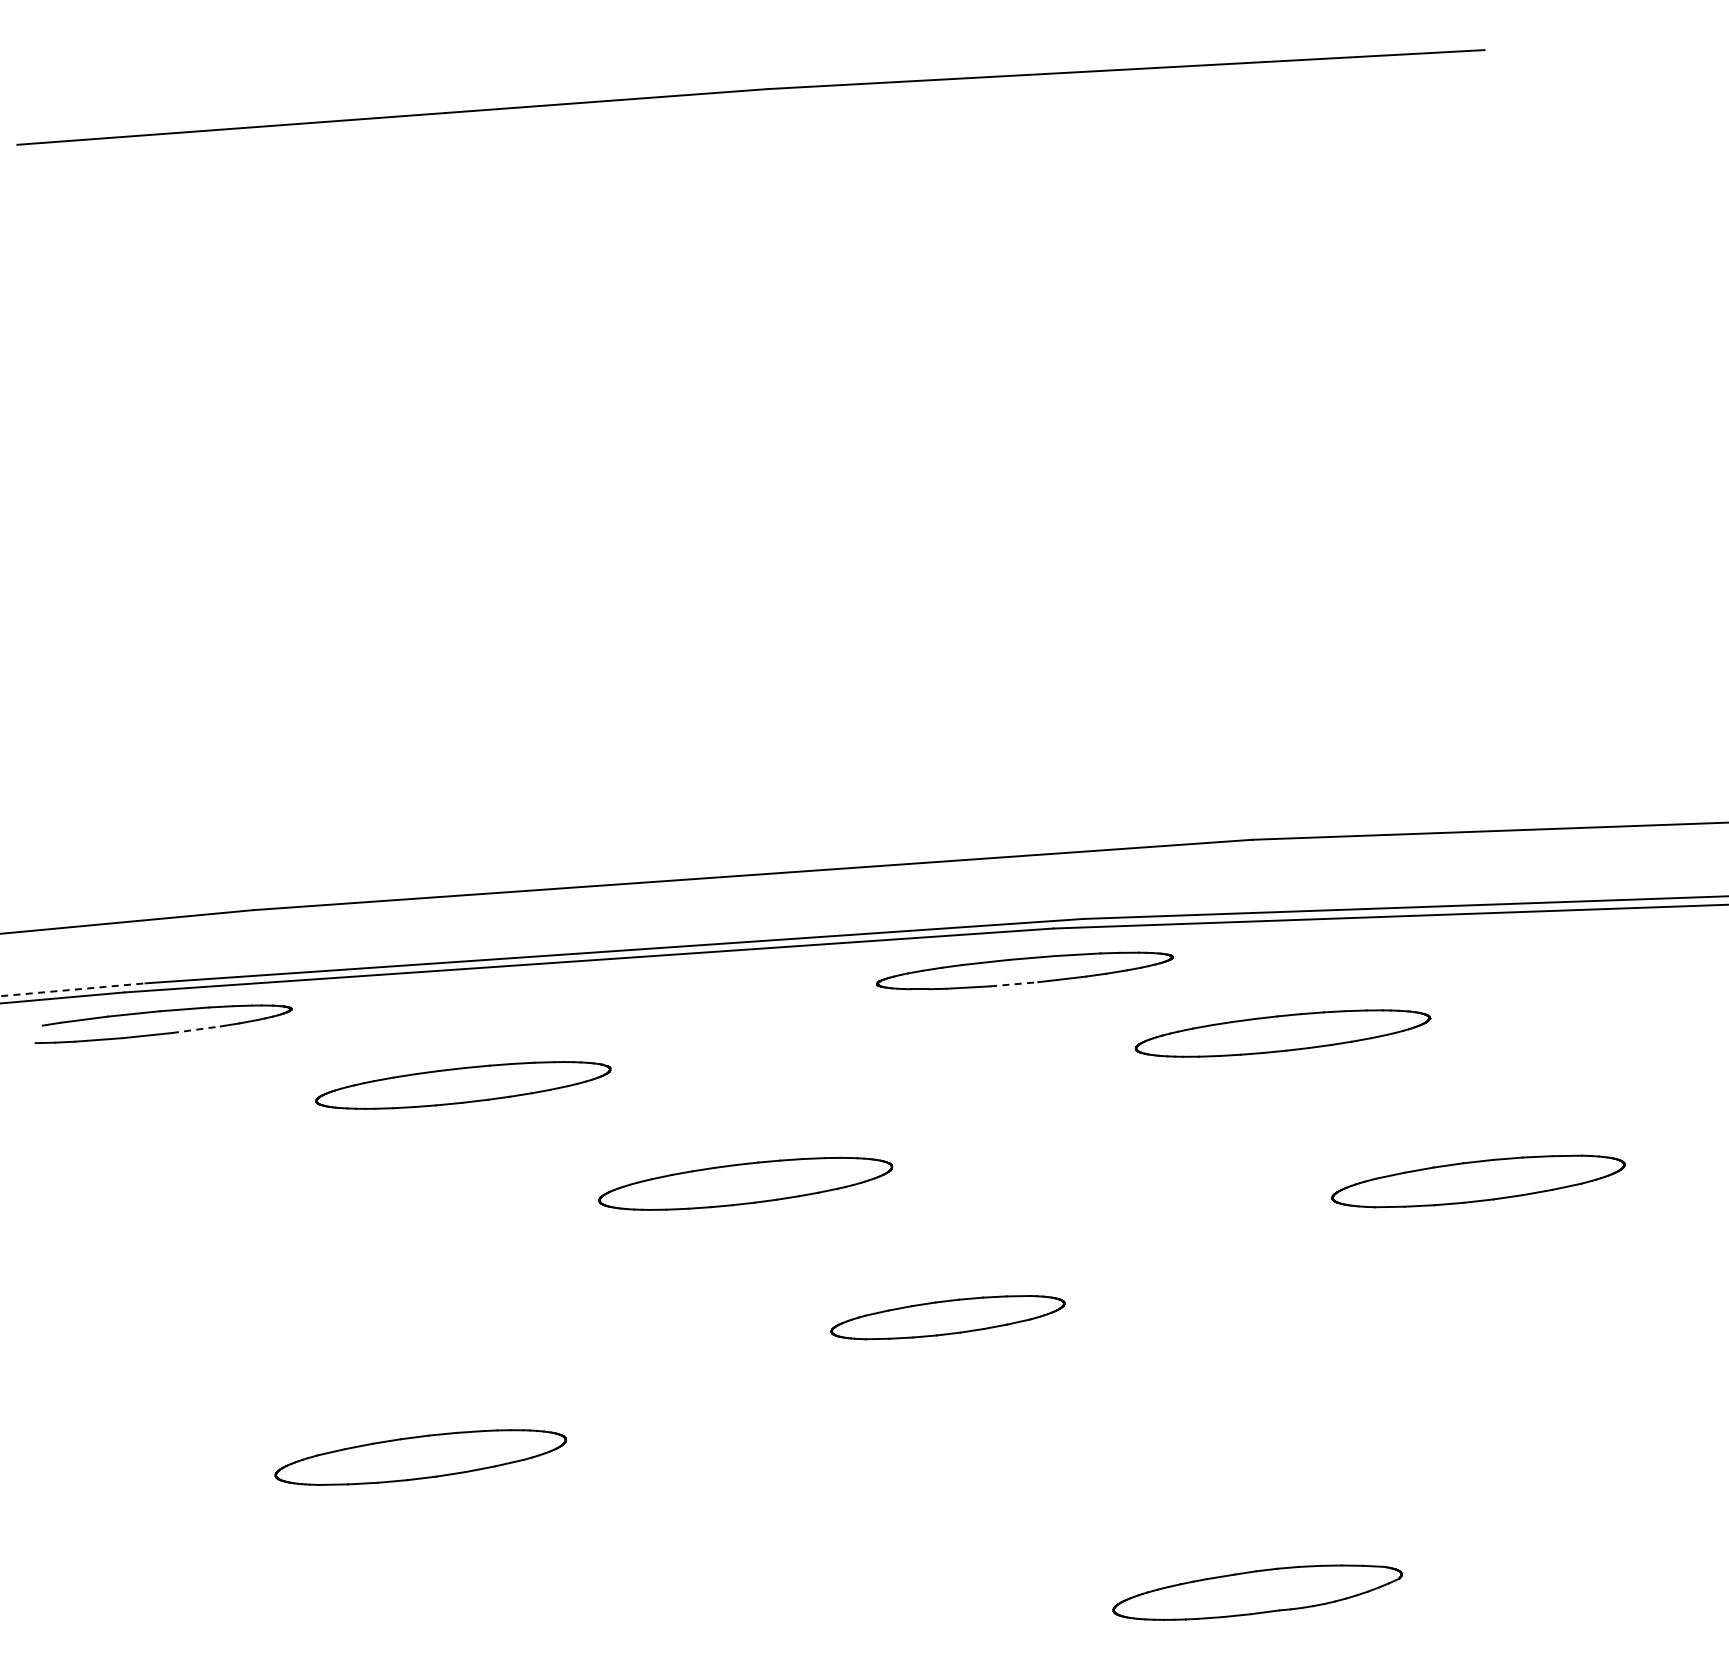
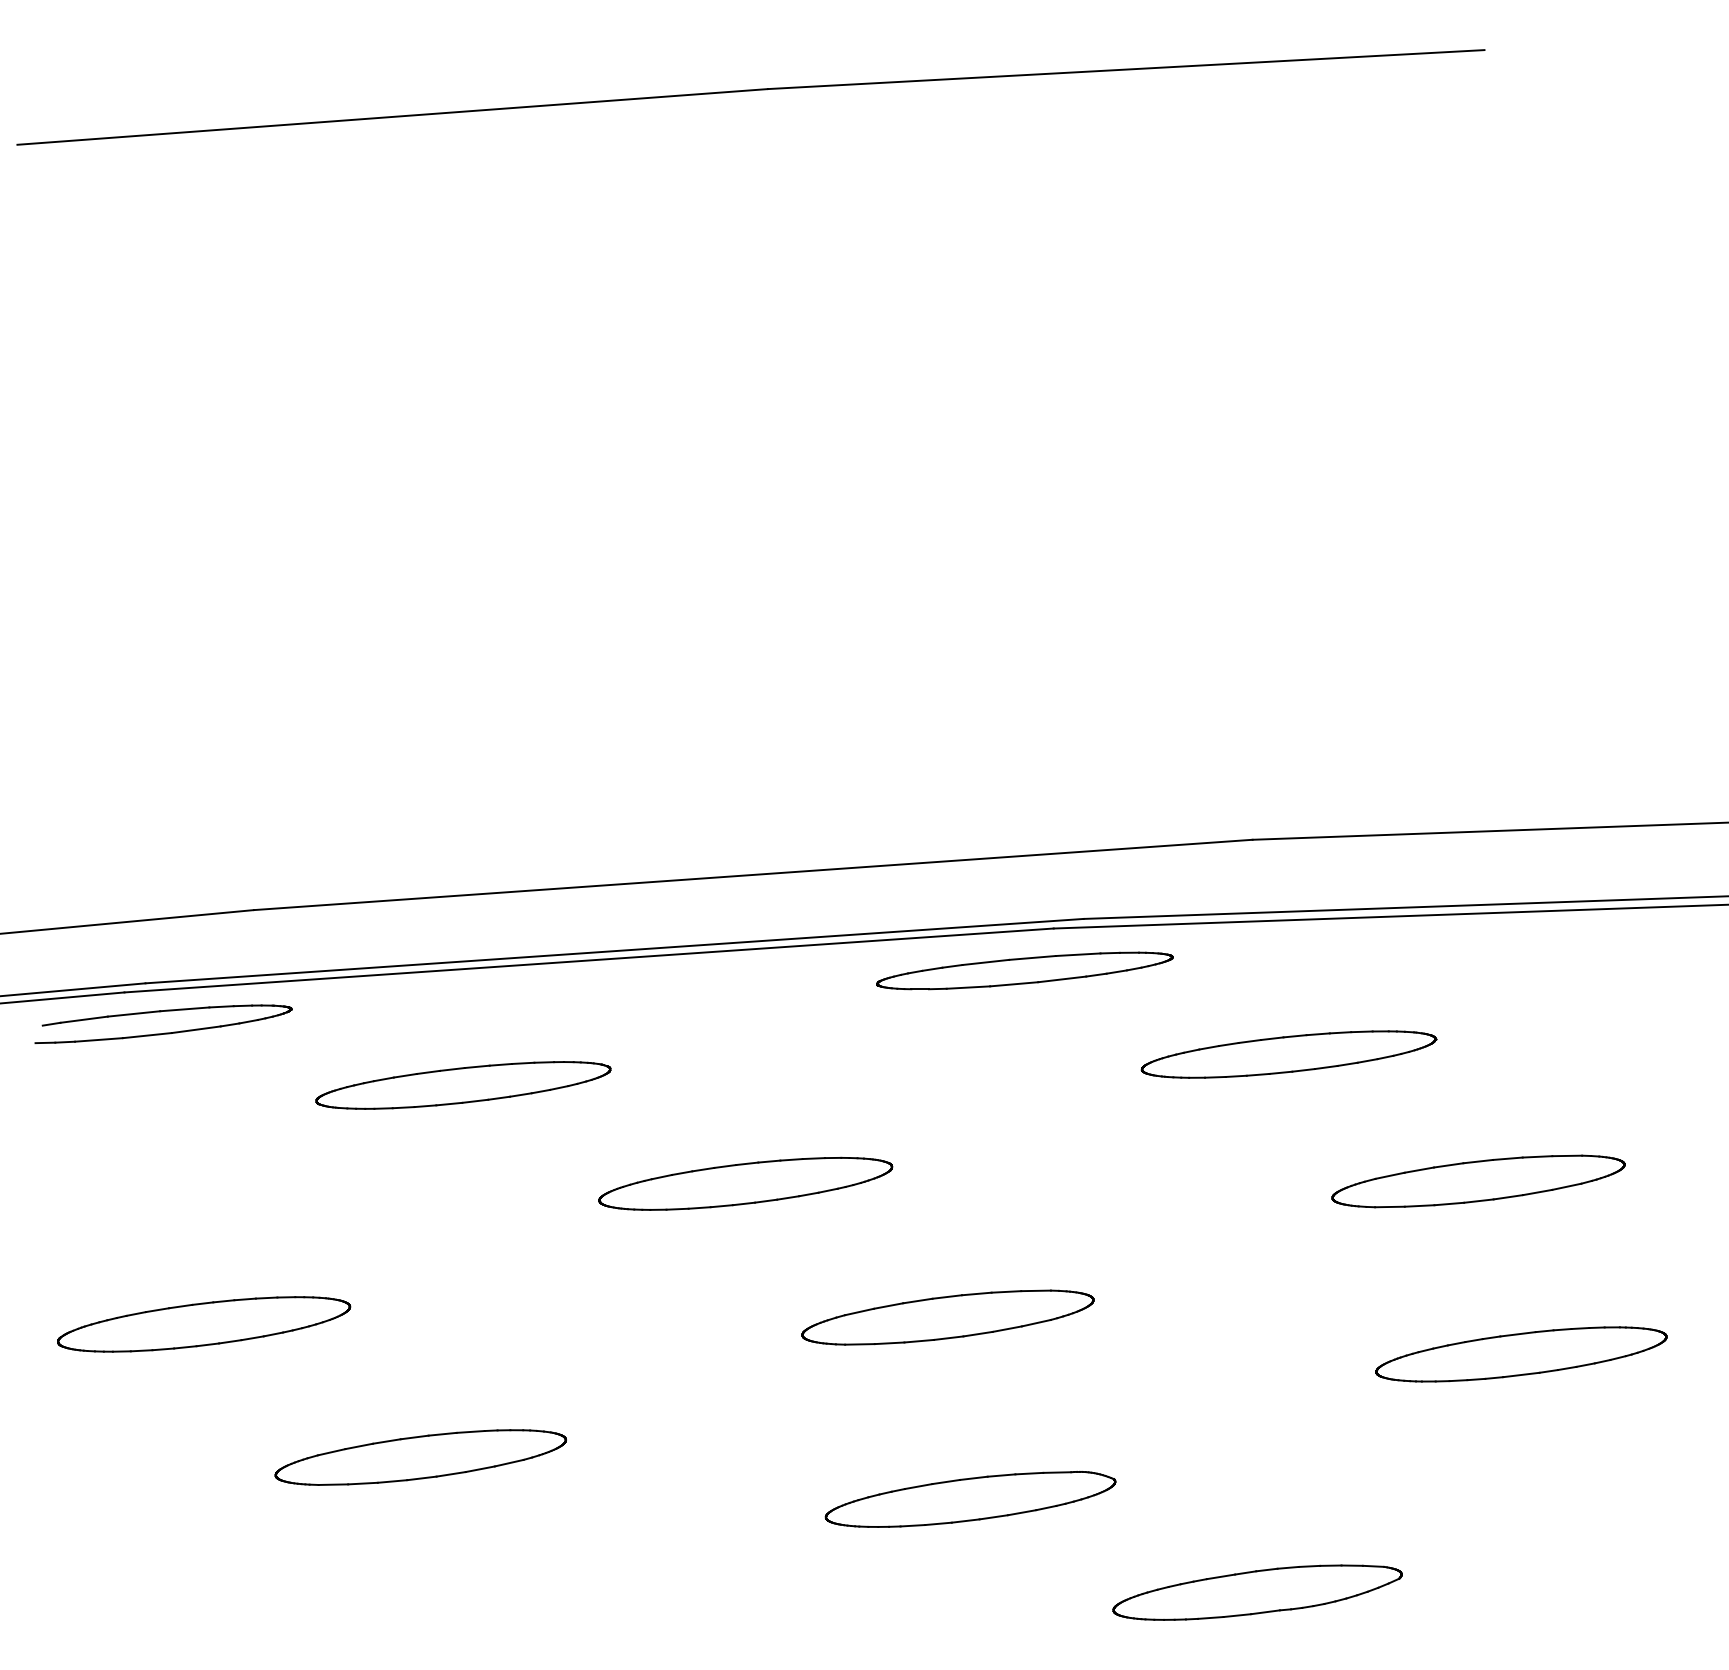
line at (1014, 984): dashed -> solid
line at (72, 989): dashed -> solid
line at (196, 1029): dashed -> solid
part at (1282, 1033) position: (1282, 1033) -> (1288, 1054)
part at (947, 1317) size: 236x46 px -> 294x57 px
part at (204, 1324): none -> present
part at (1521, 1354): none -> present
part at (970, 1499): none -> present
